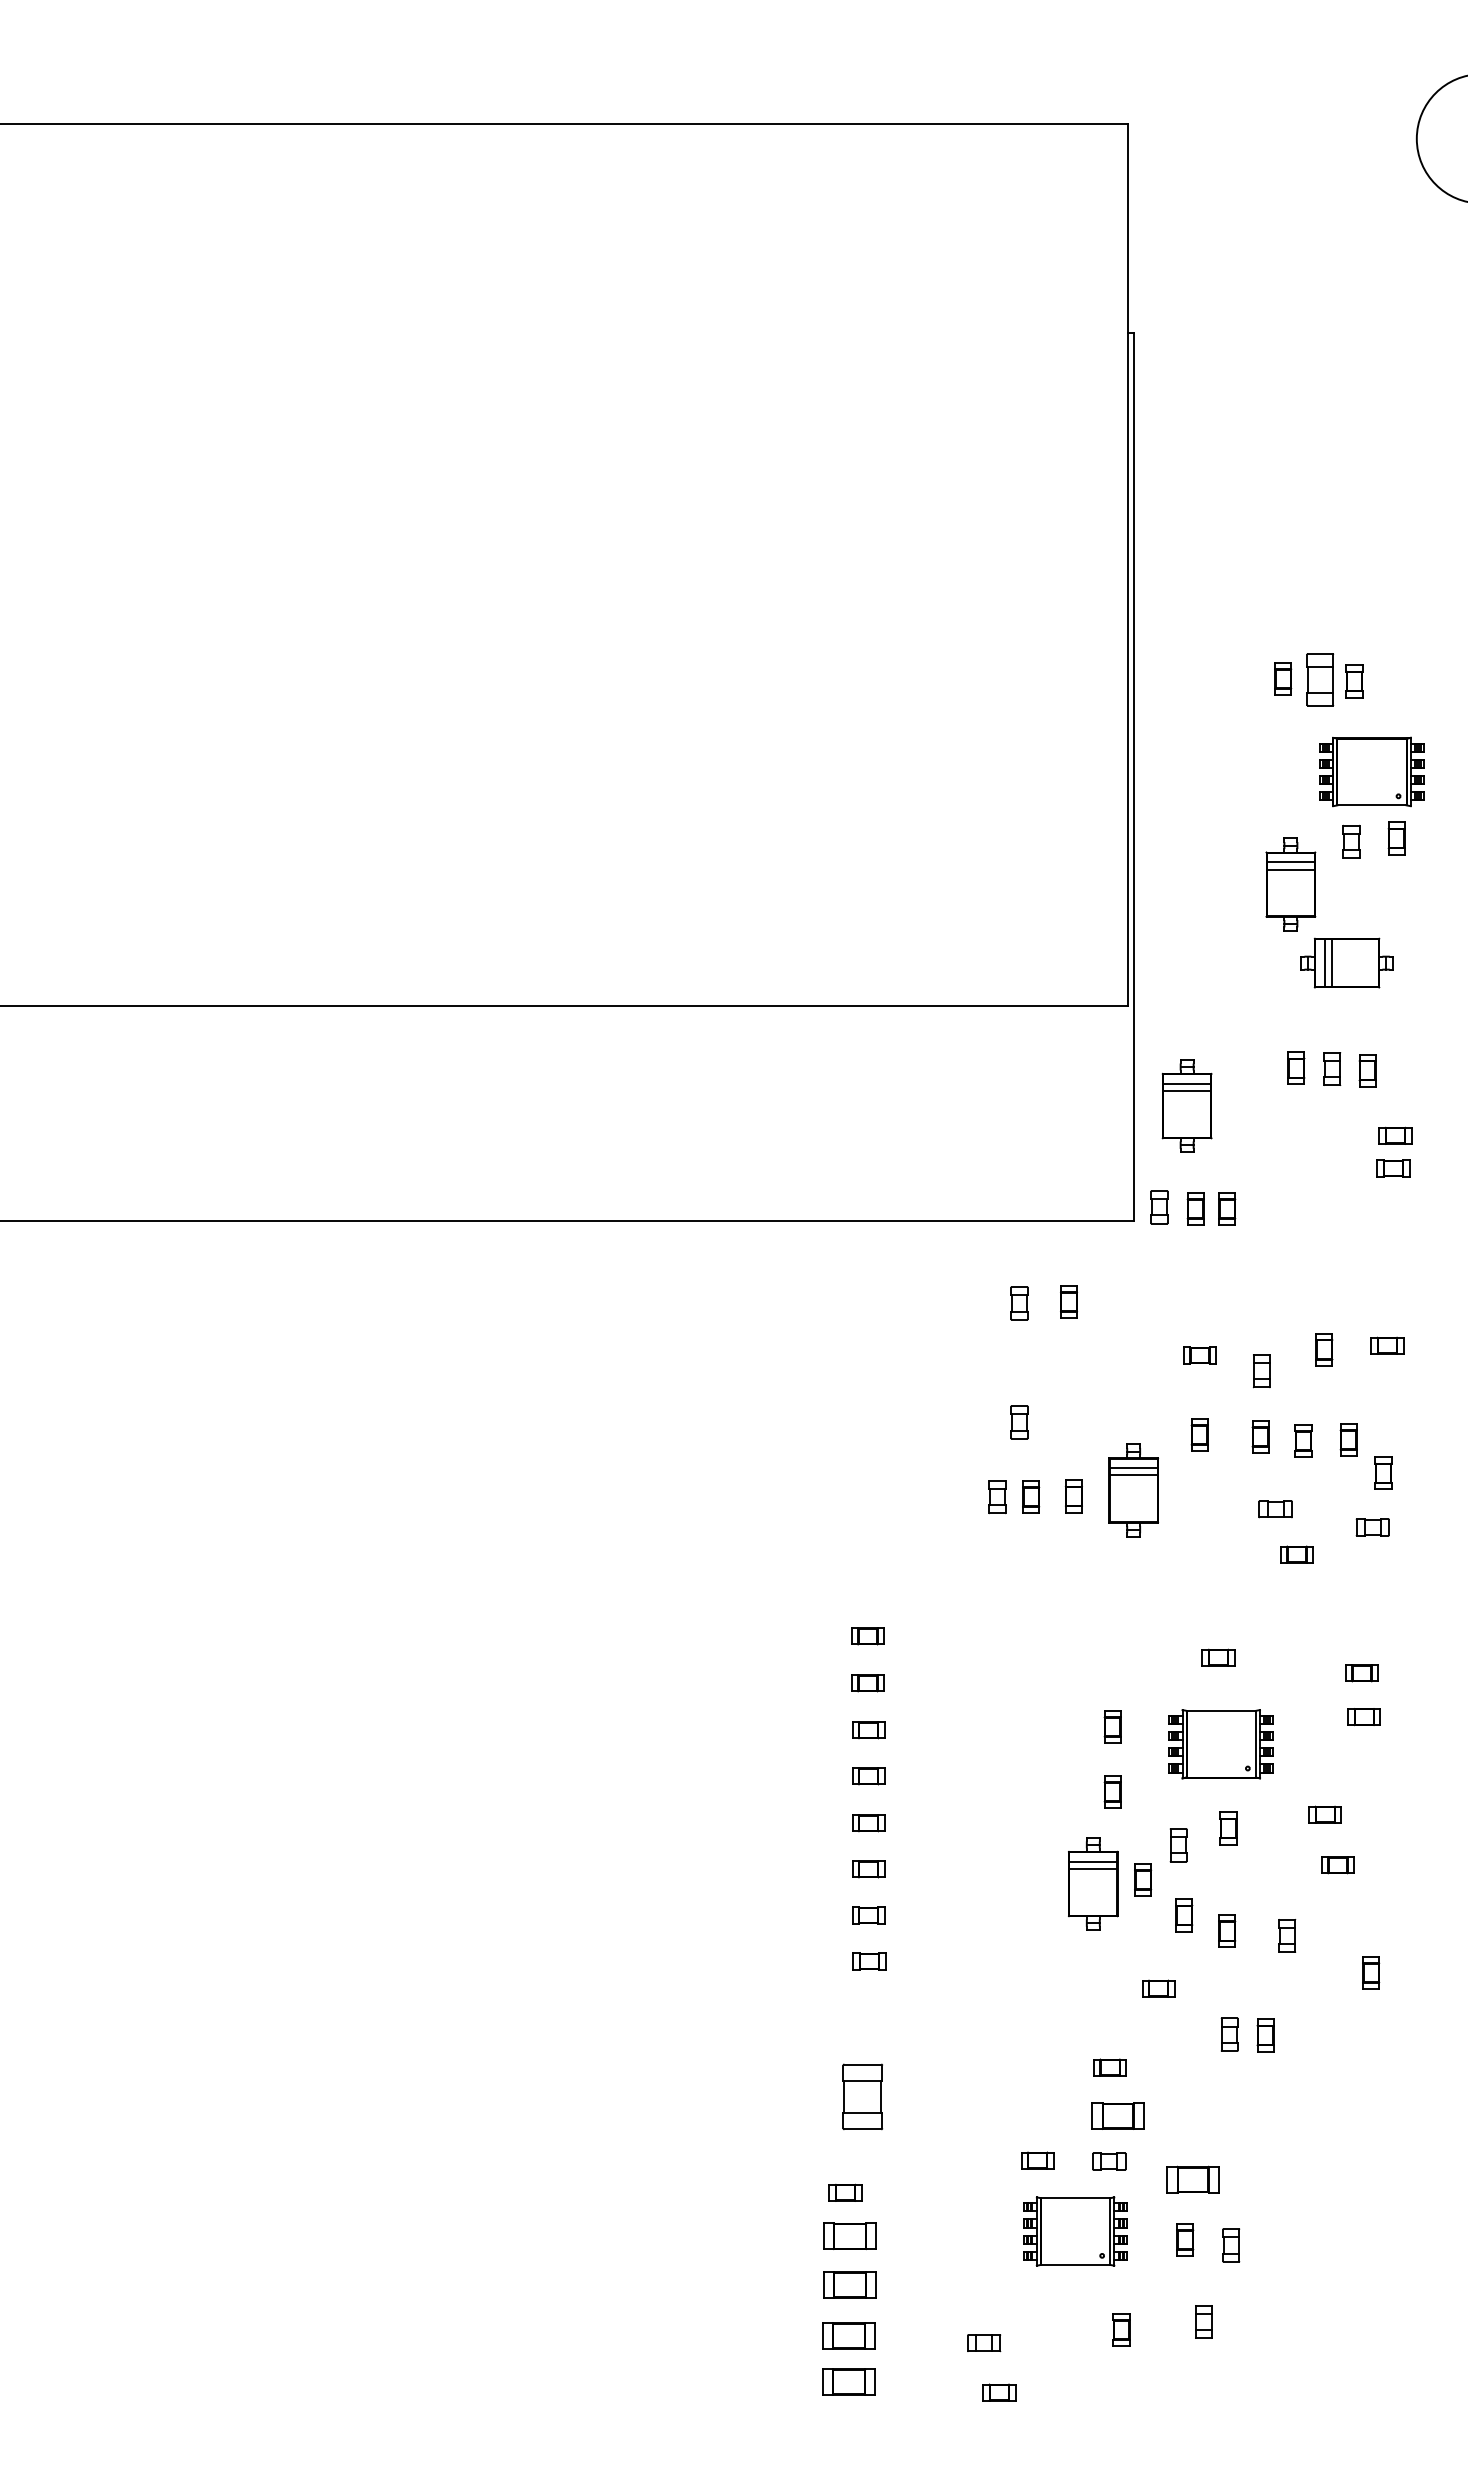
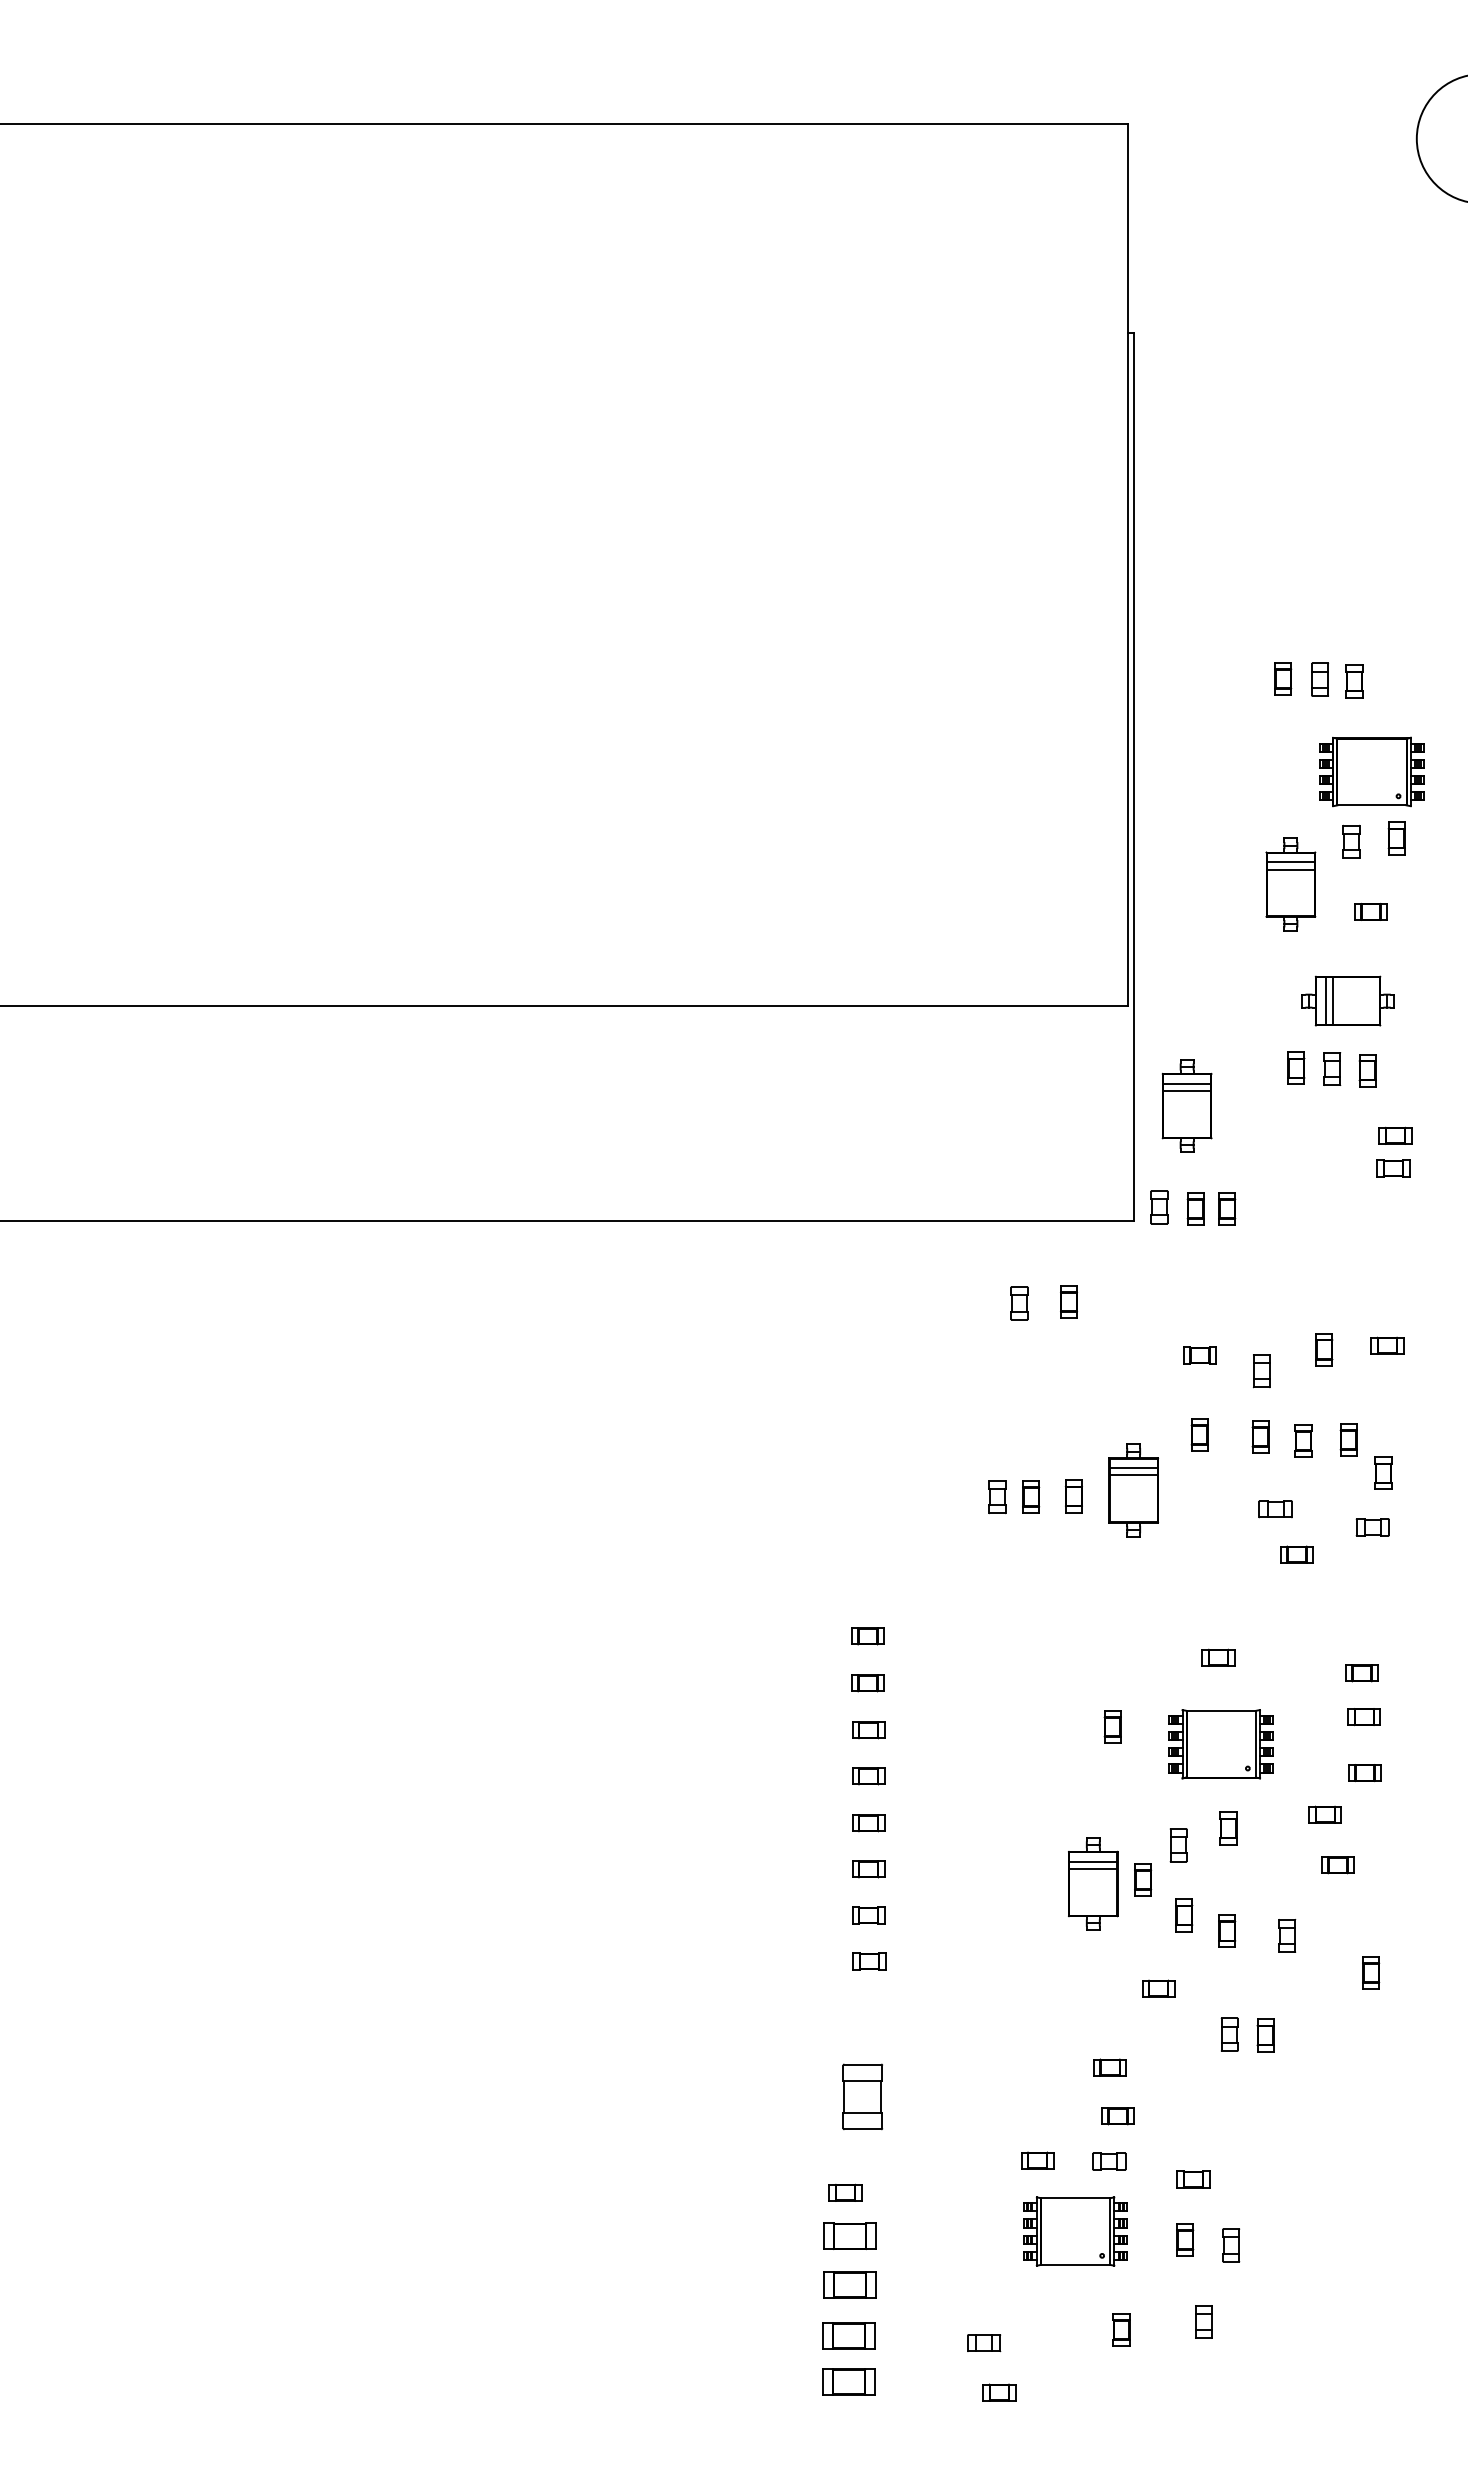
part at (1320, 679) size: 29x54 px -> 18x35 px
part at (1370, 911): none -> present
part at (1346, 962) position: (1346, 962) -> (1347, 1000)
part at (1019, 1422): present -> none
part at (1364, 1772): none -> present
part at (1112, 1791): present -> none
part at (1117, 2115) size: 54x28 px -> 34x19 px
part at (1192, 2179) size: 54x29 px -> 35x19 px
